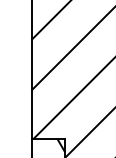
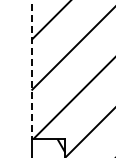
line at (31, 69): solid -> dashed
